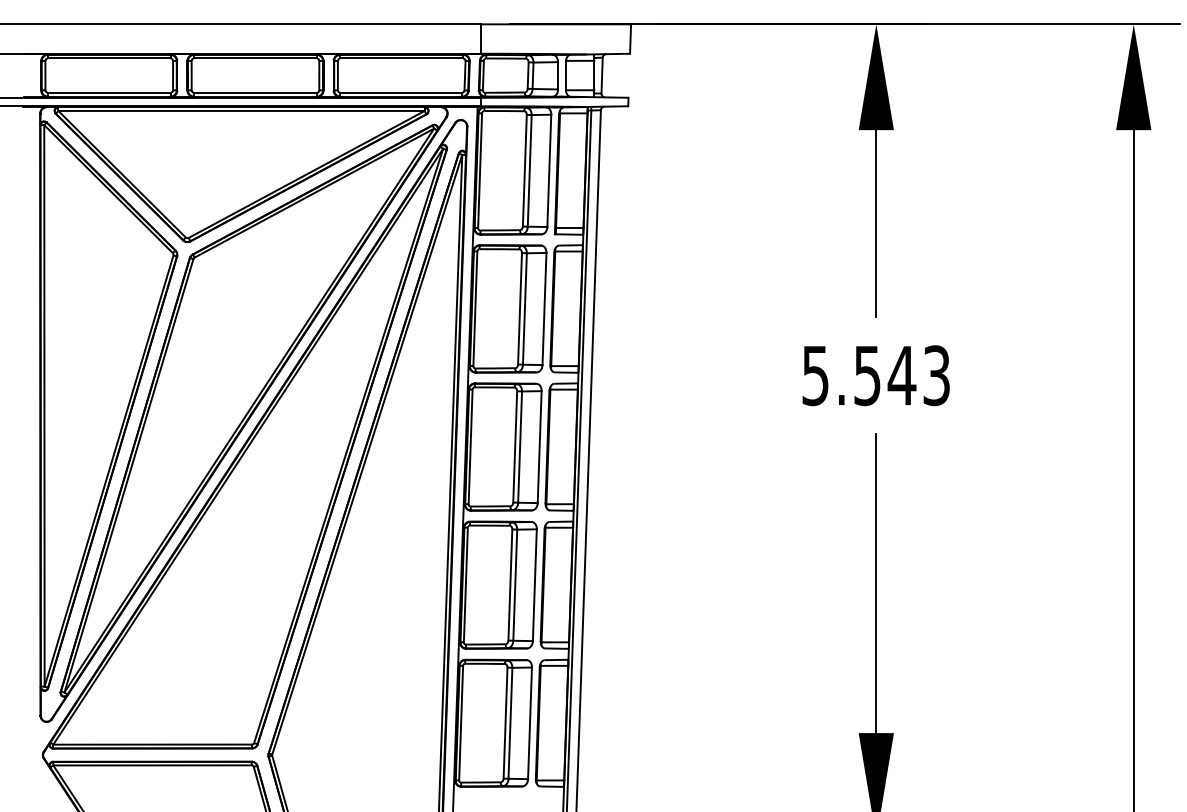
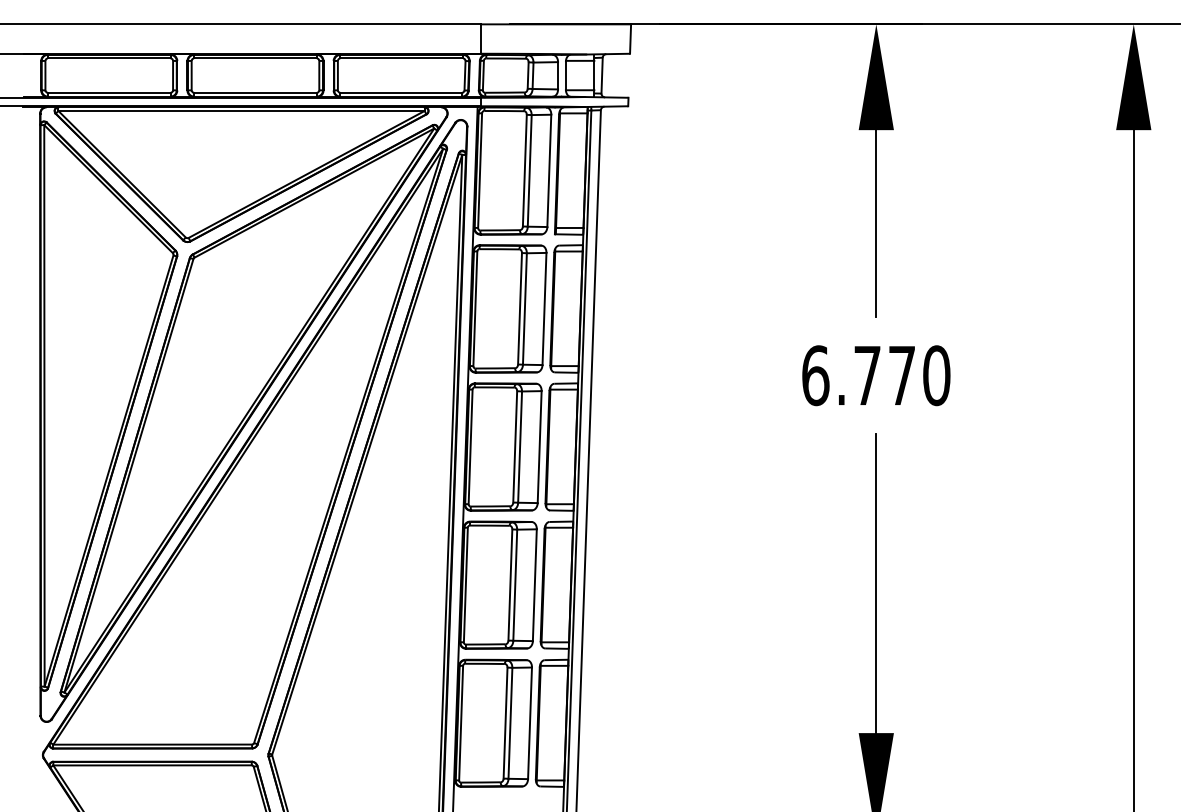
text at (876, 375): 5.543 -> 6.770
